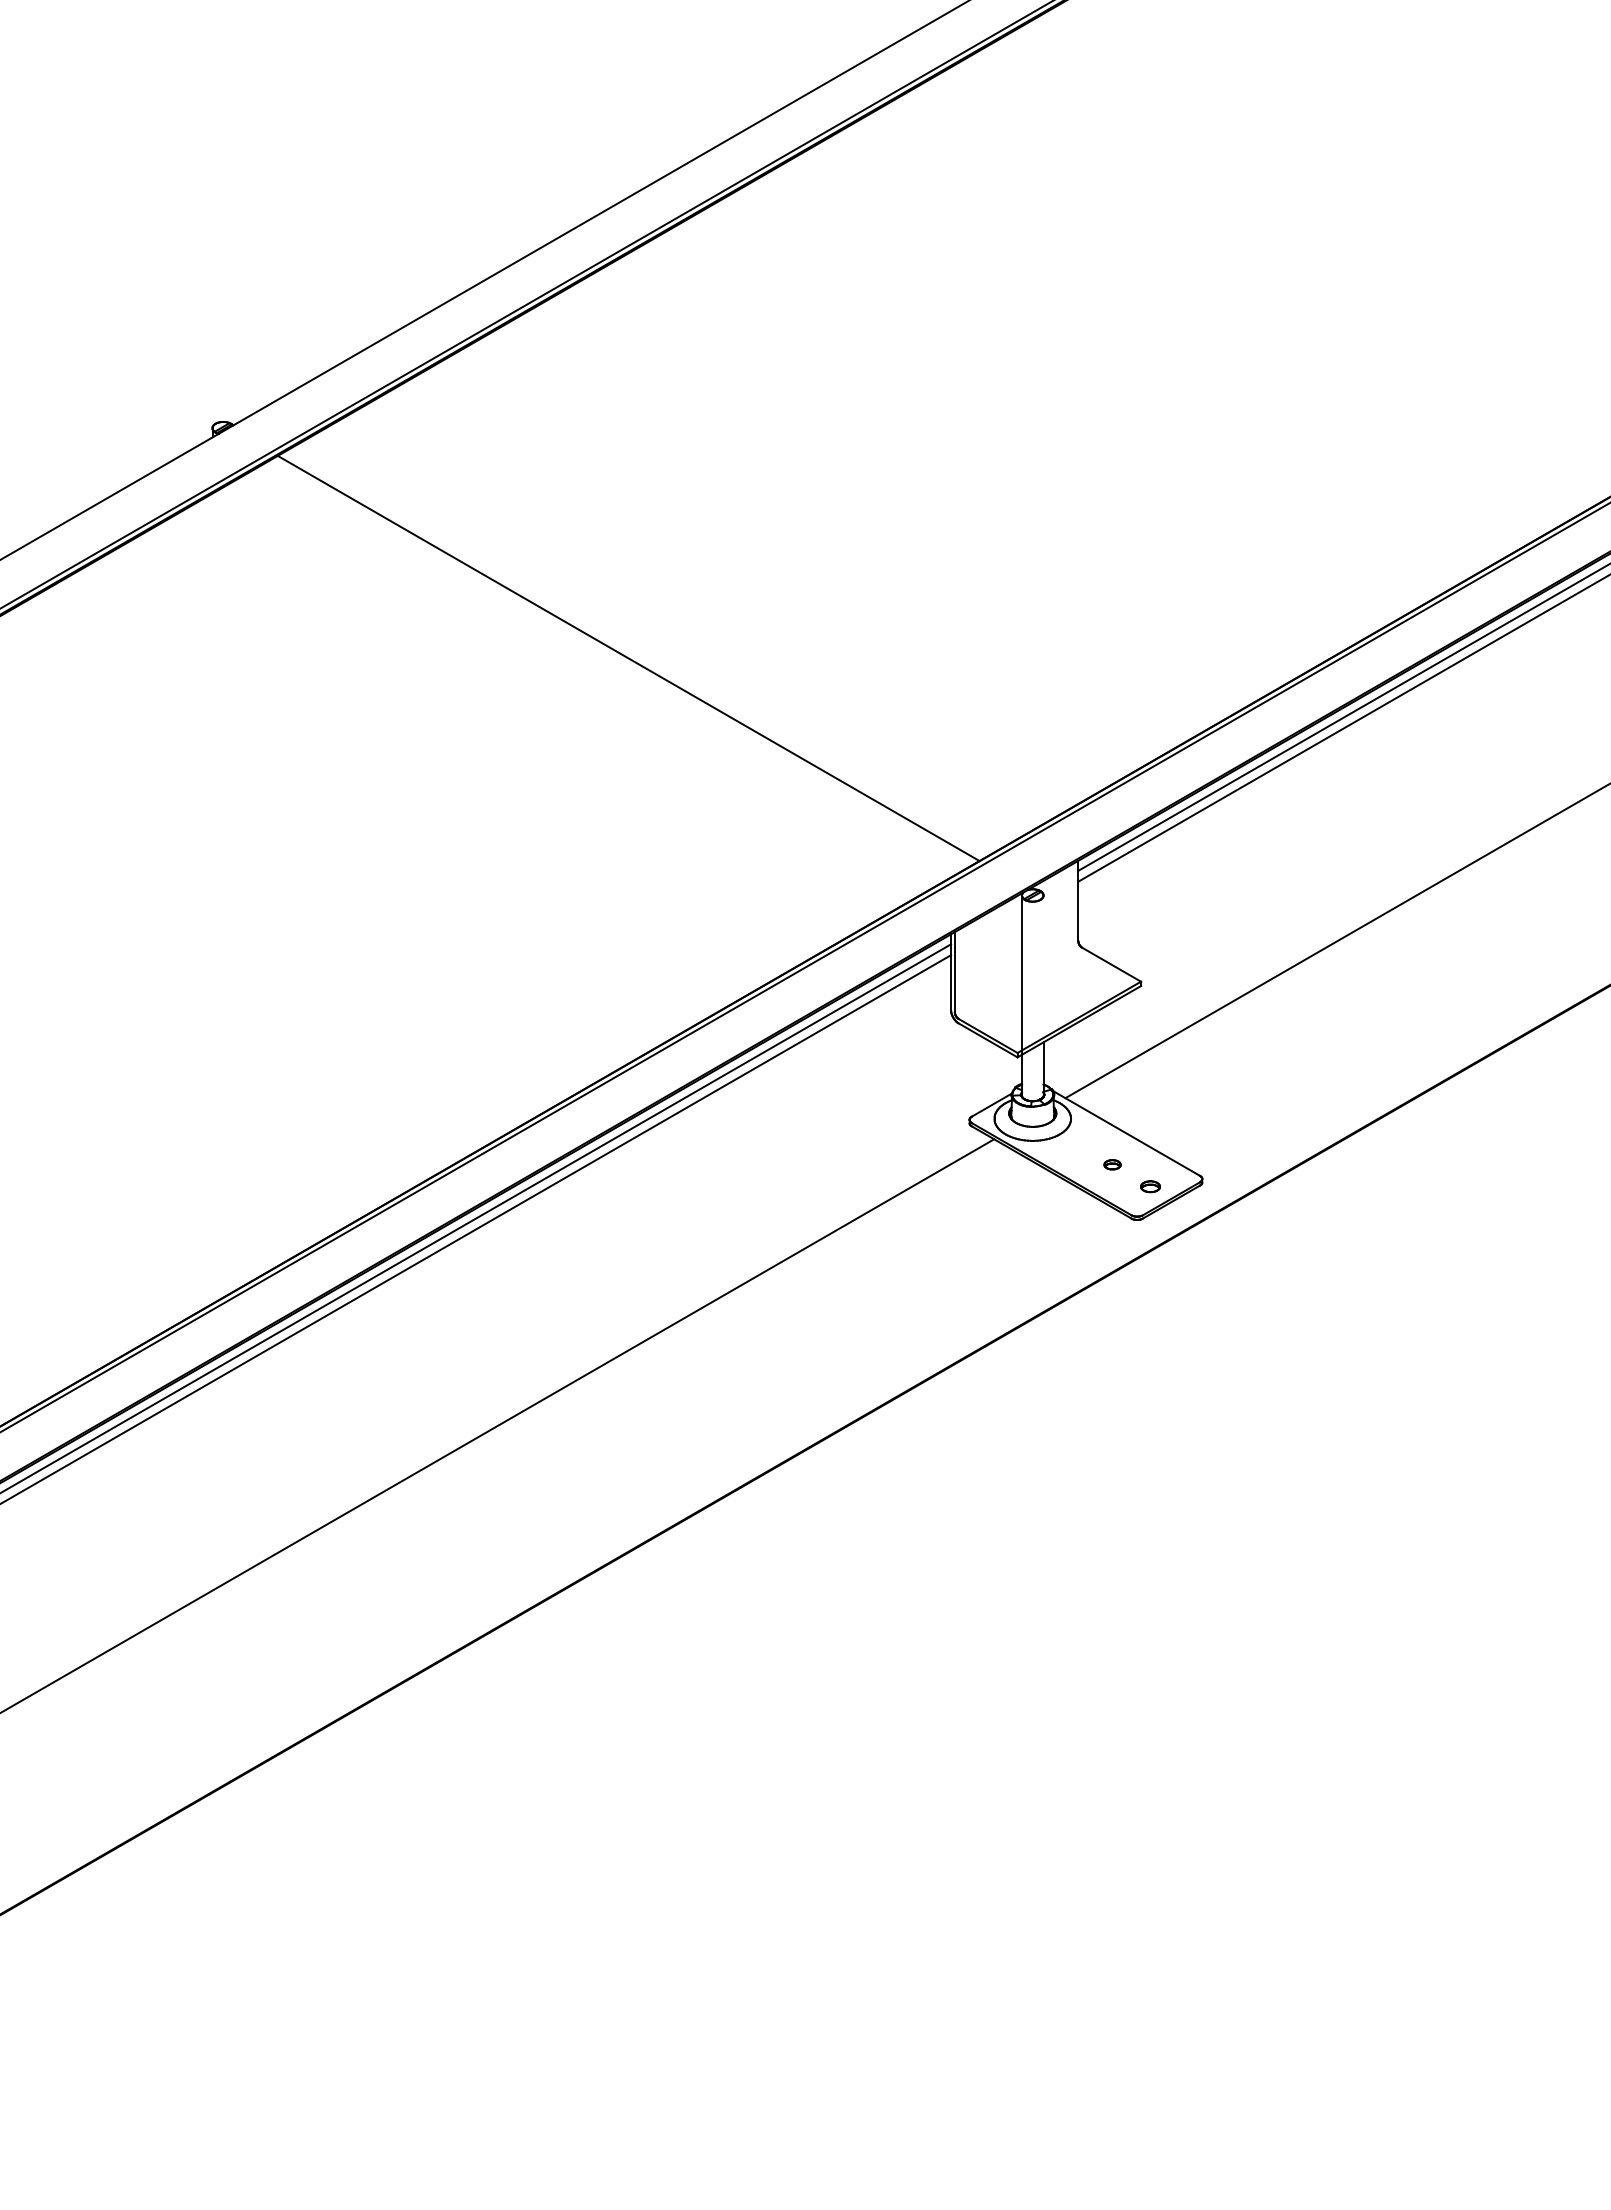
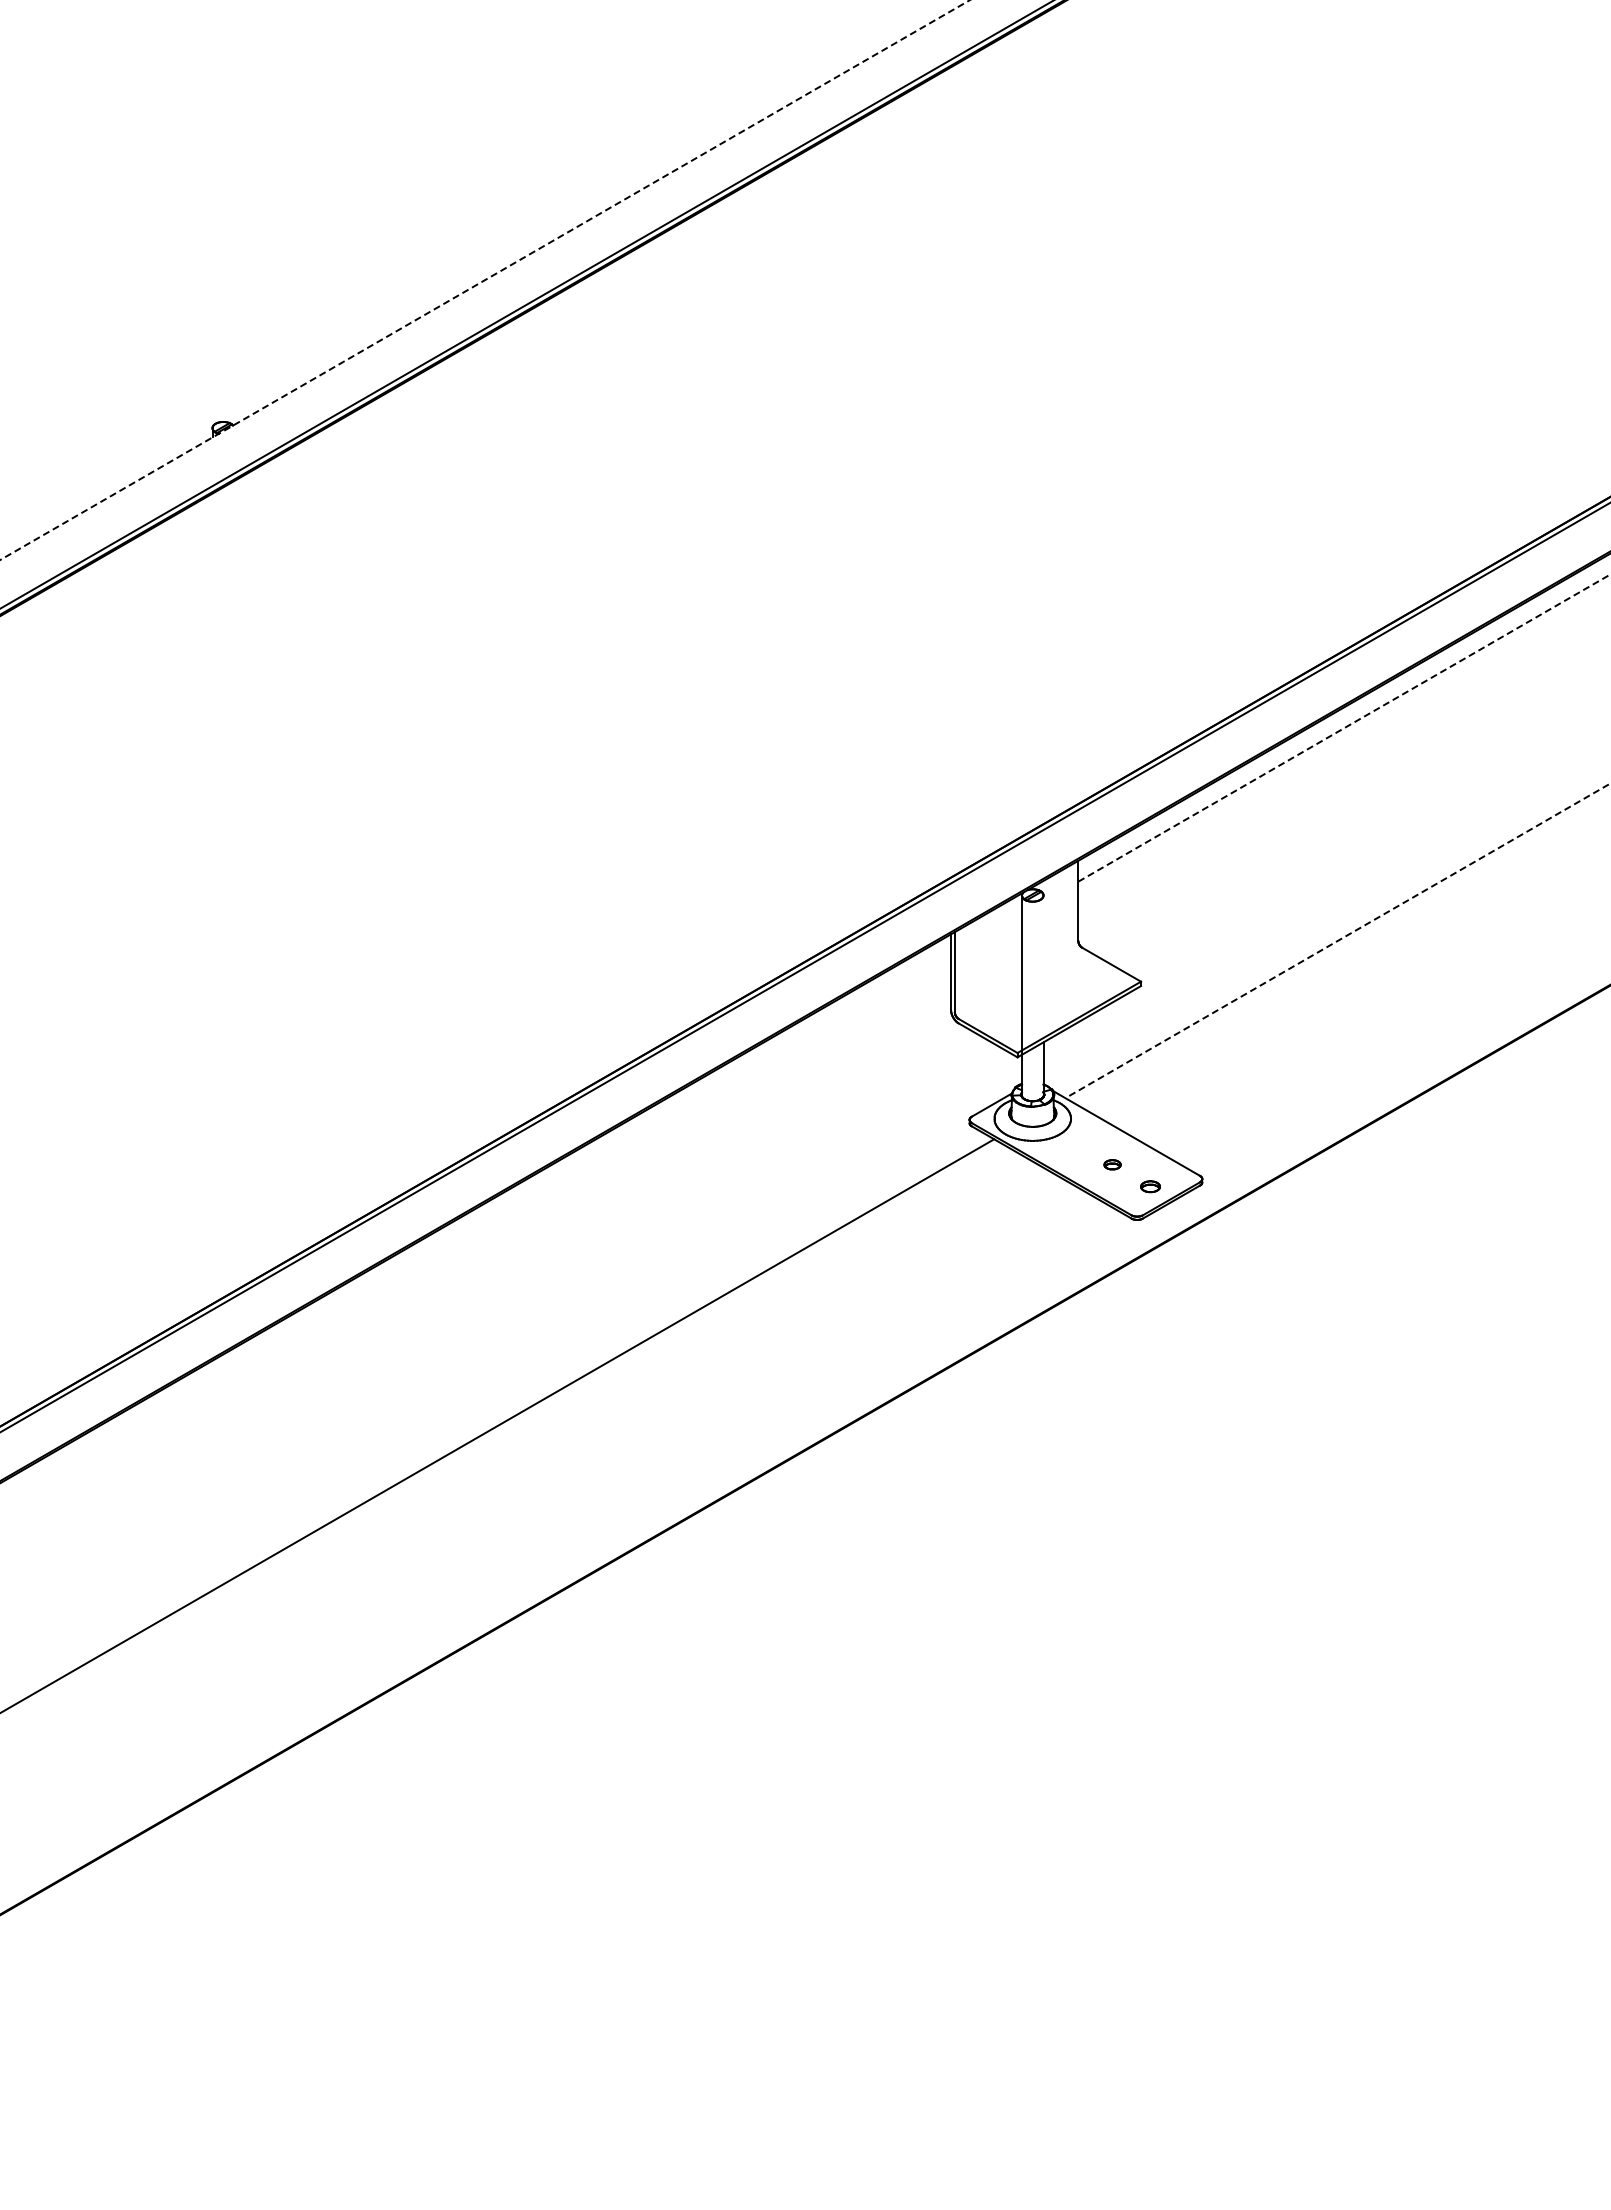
line at (485, 279): solid -> dashed
line at (628, 658): present -> none
line at (1342, 717): present -> none
line at (1345, 727): solid -> dashed
line at (1338, 940): solid -> dashed
line at (476, 1218): present -> none
line at (476, 1228): present -> none
